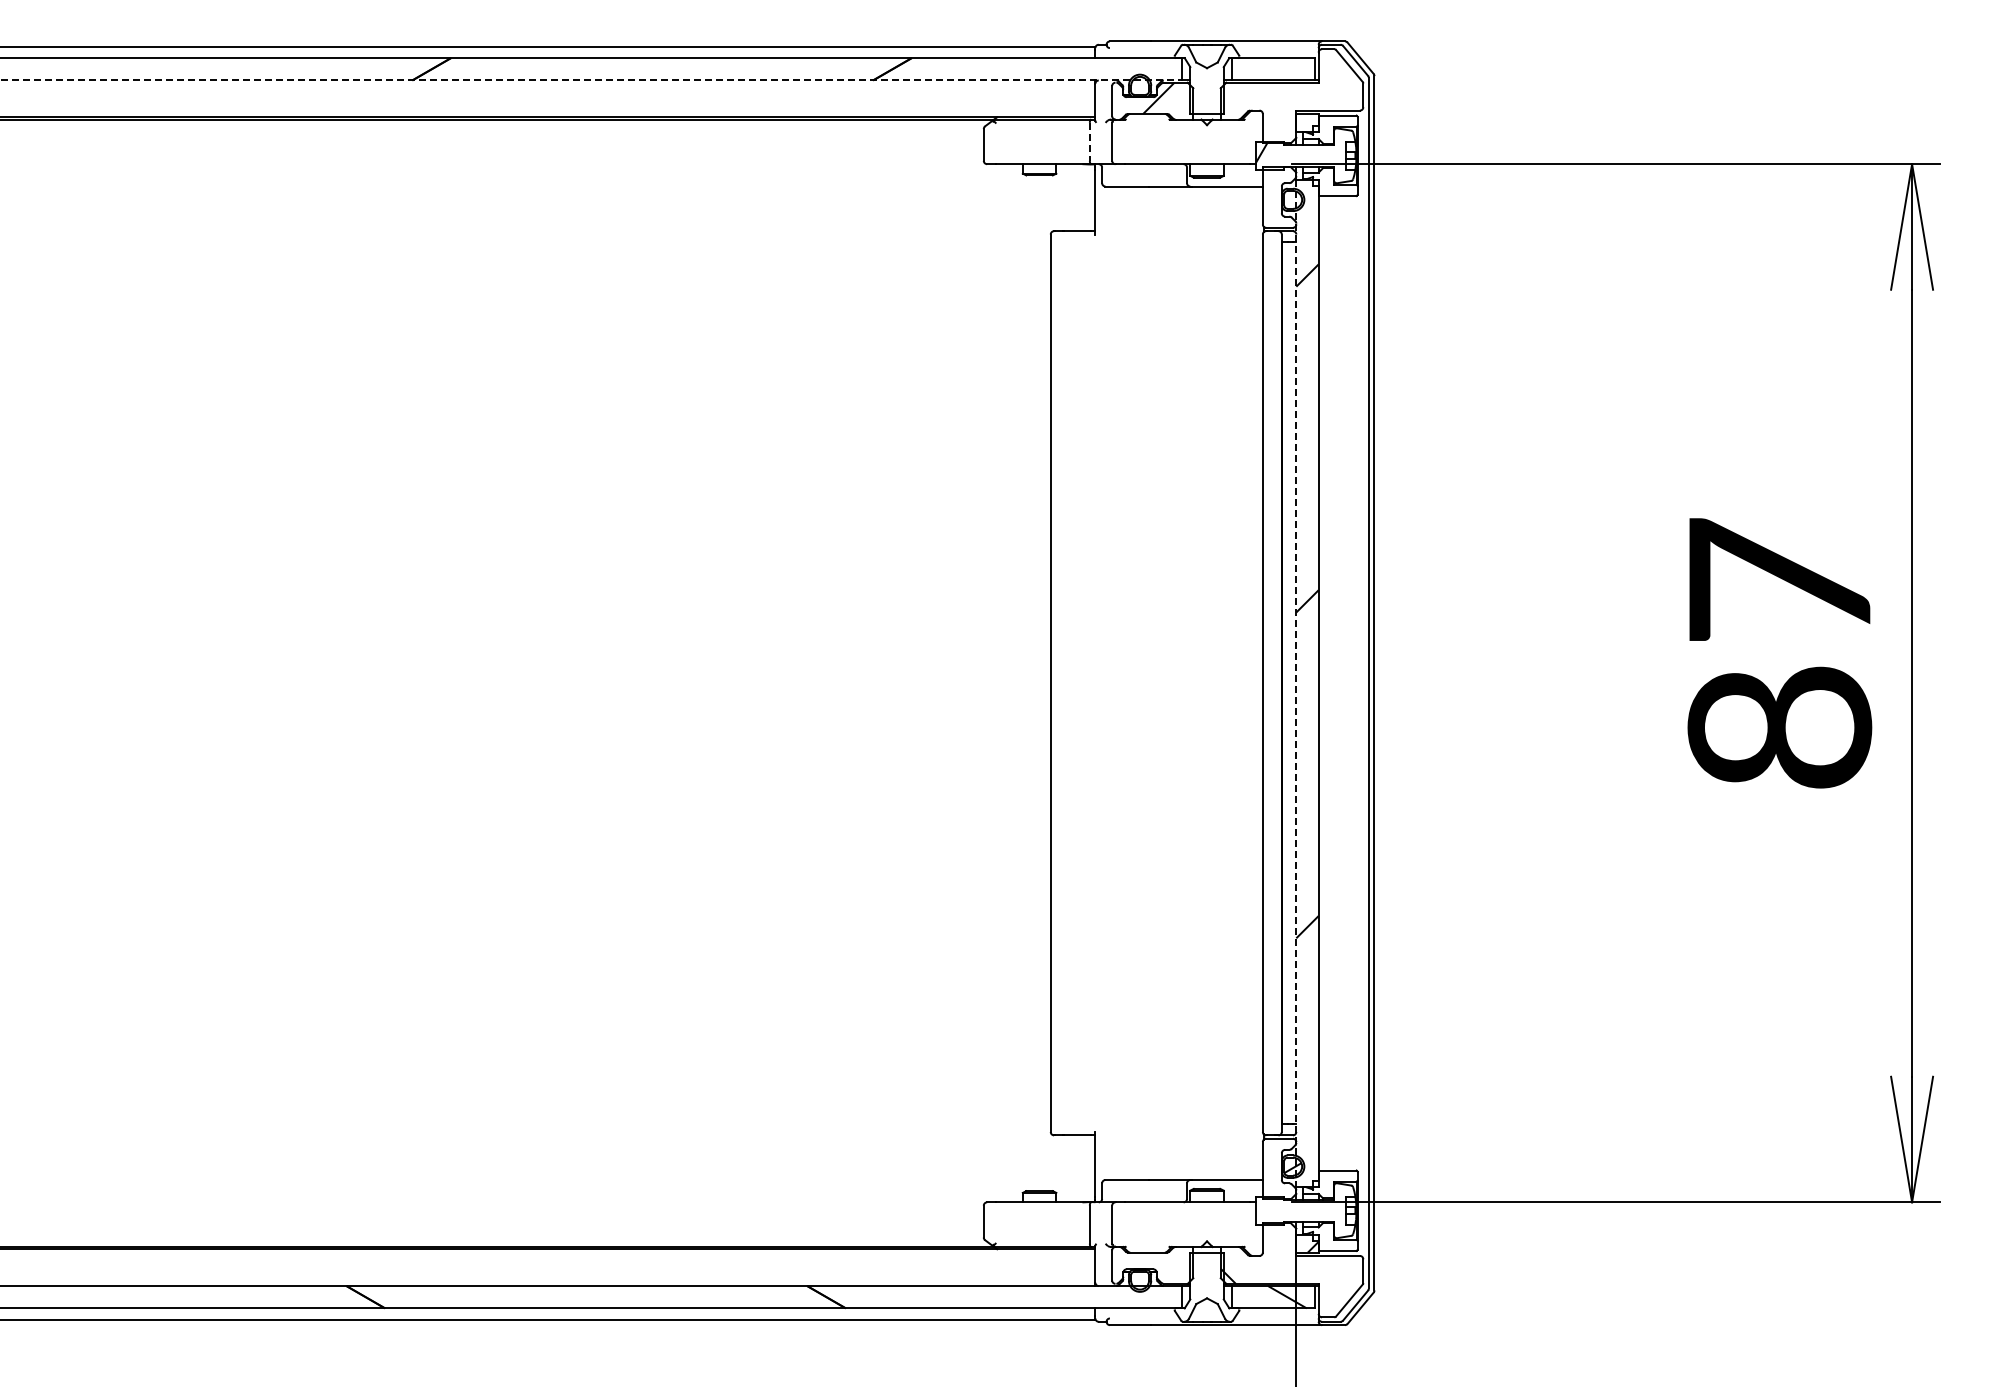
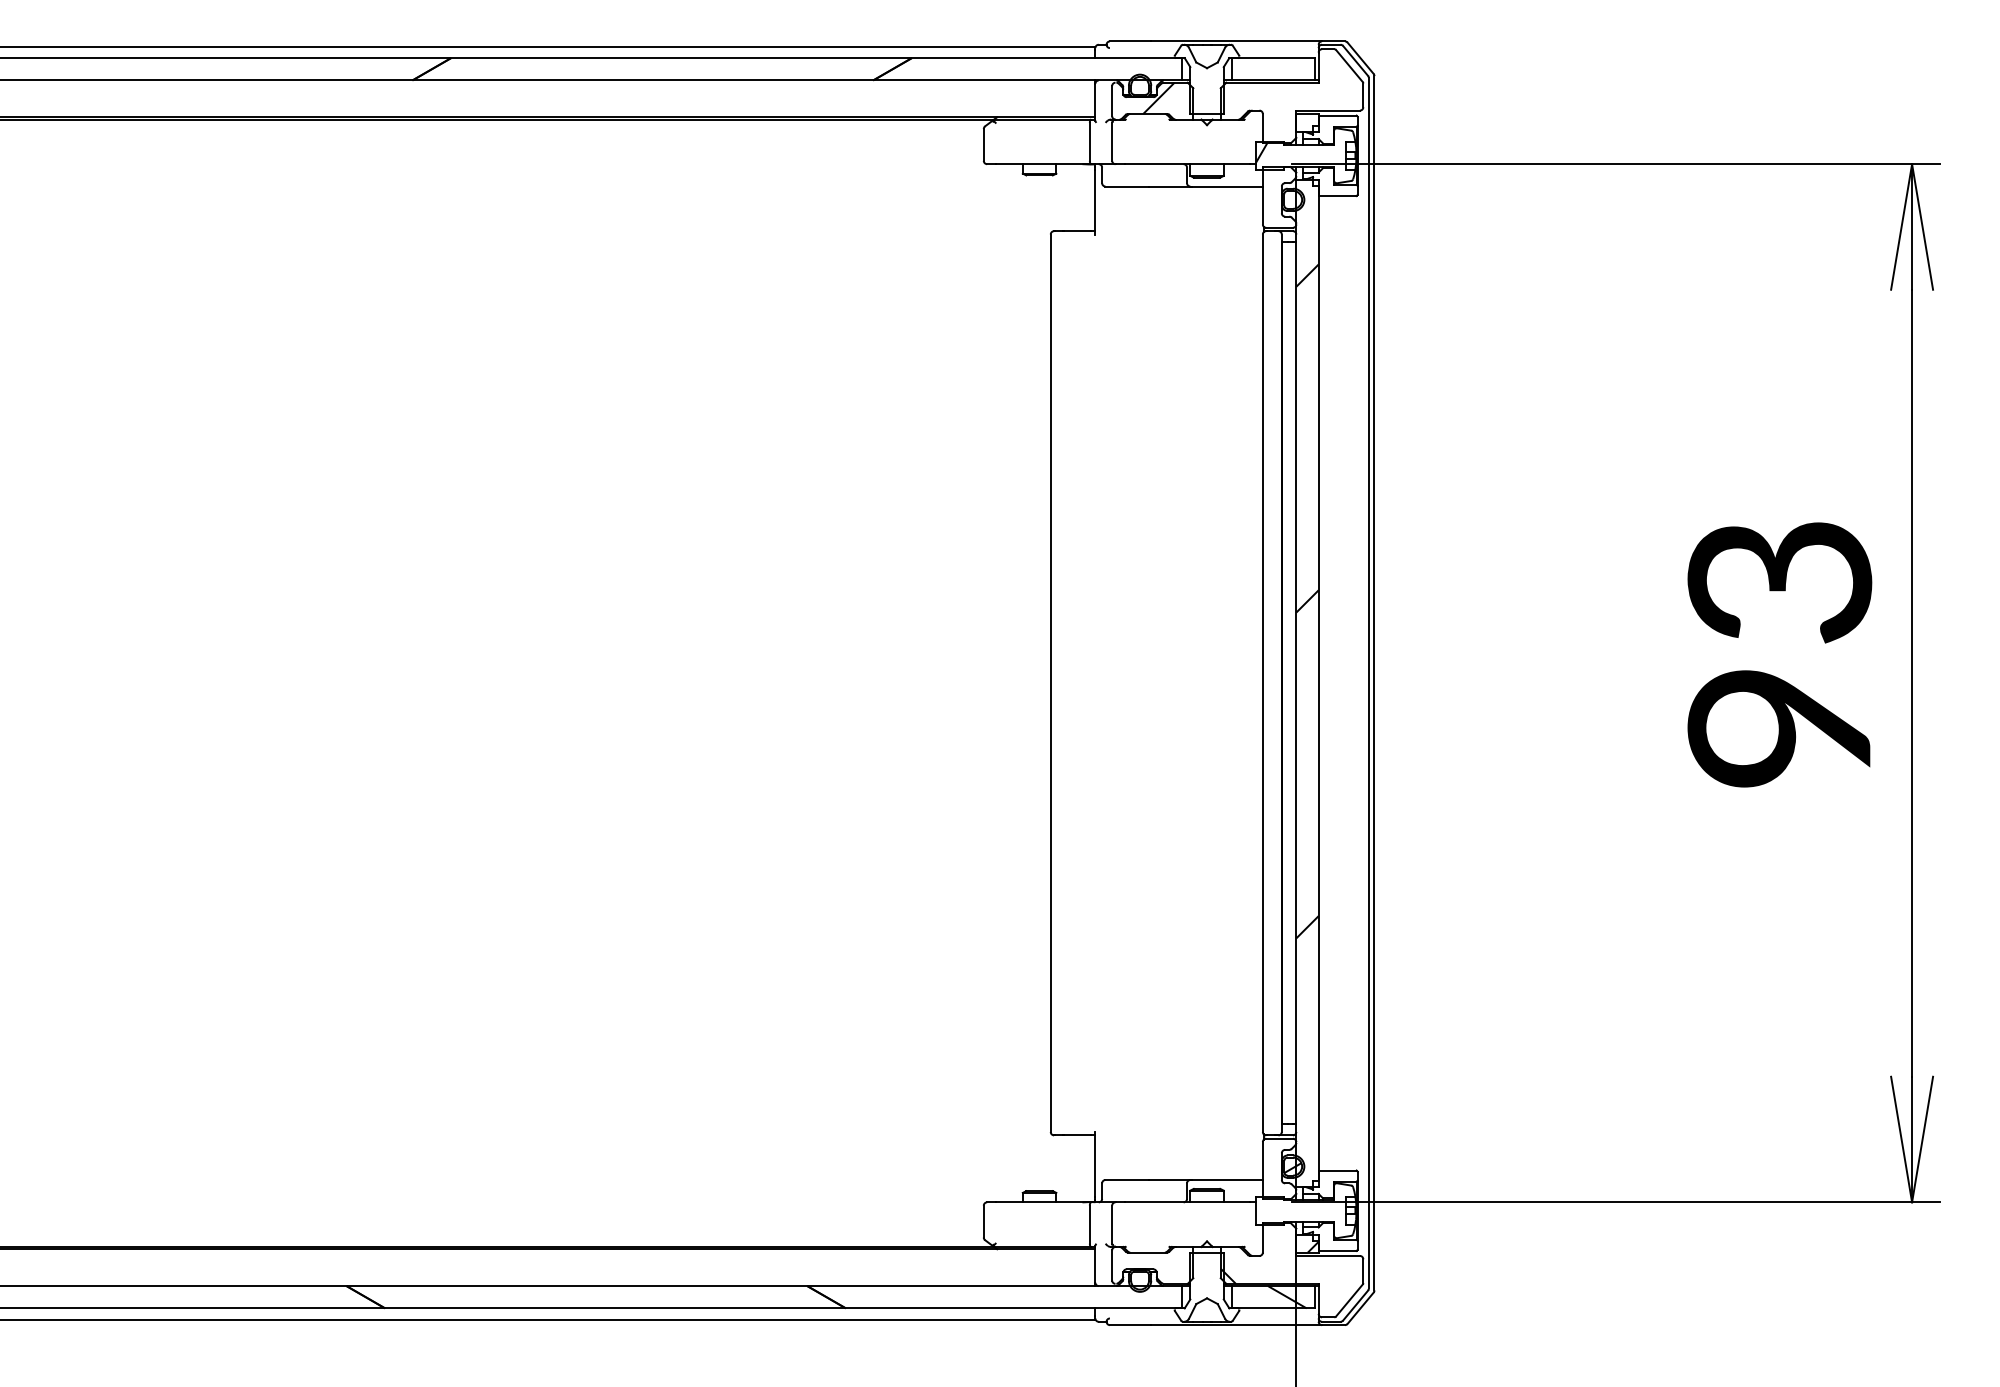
line at (591, 80): dashed -> solid
line at (1089, 141): dashed -> solid
text at (1779, 653): 87 -> 93
line at (1296, 683): dashed -> solid
